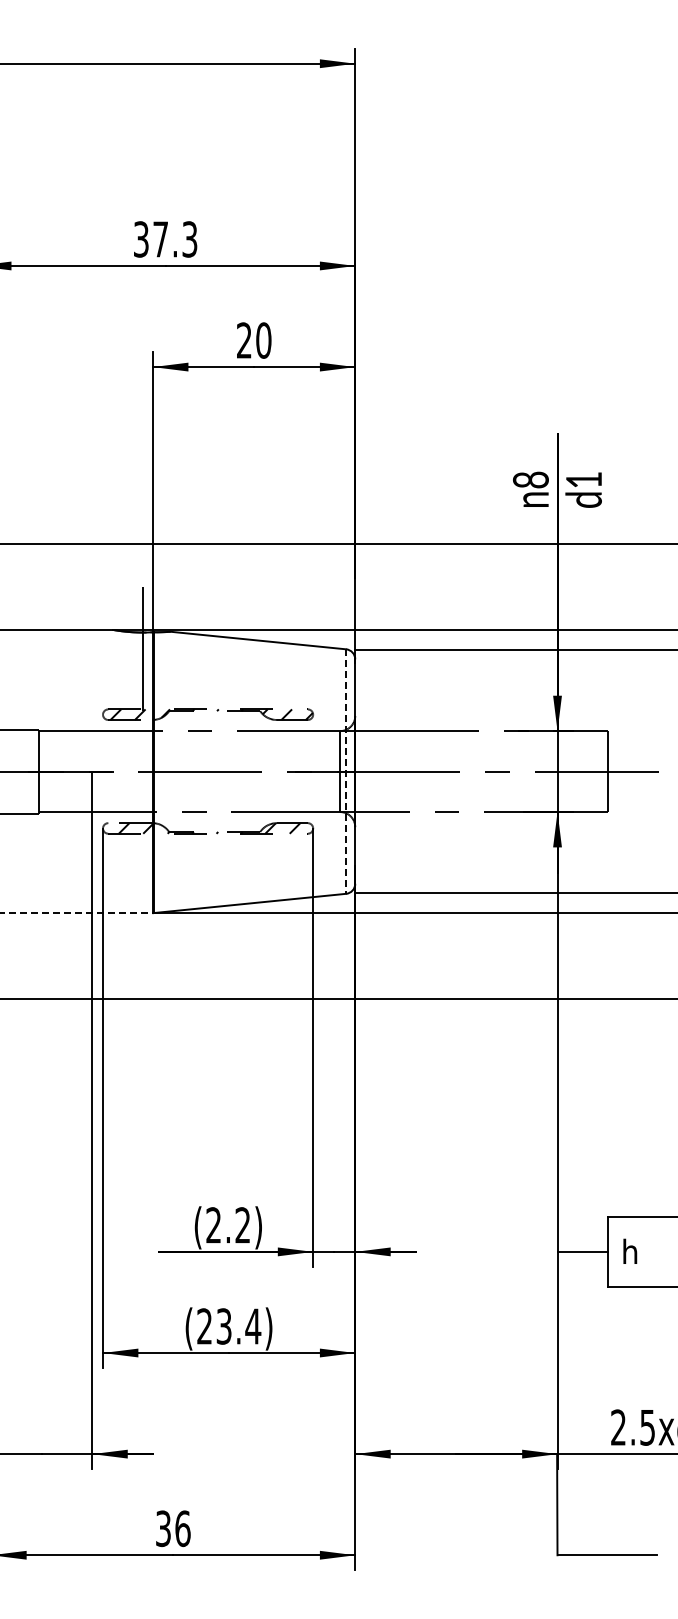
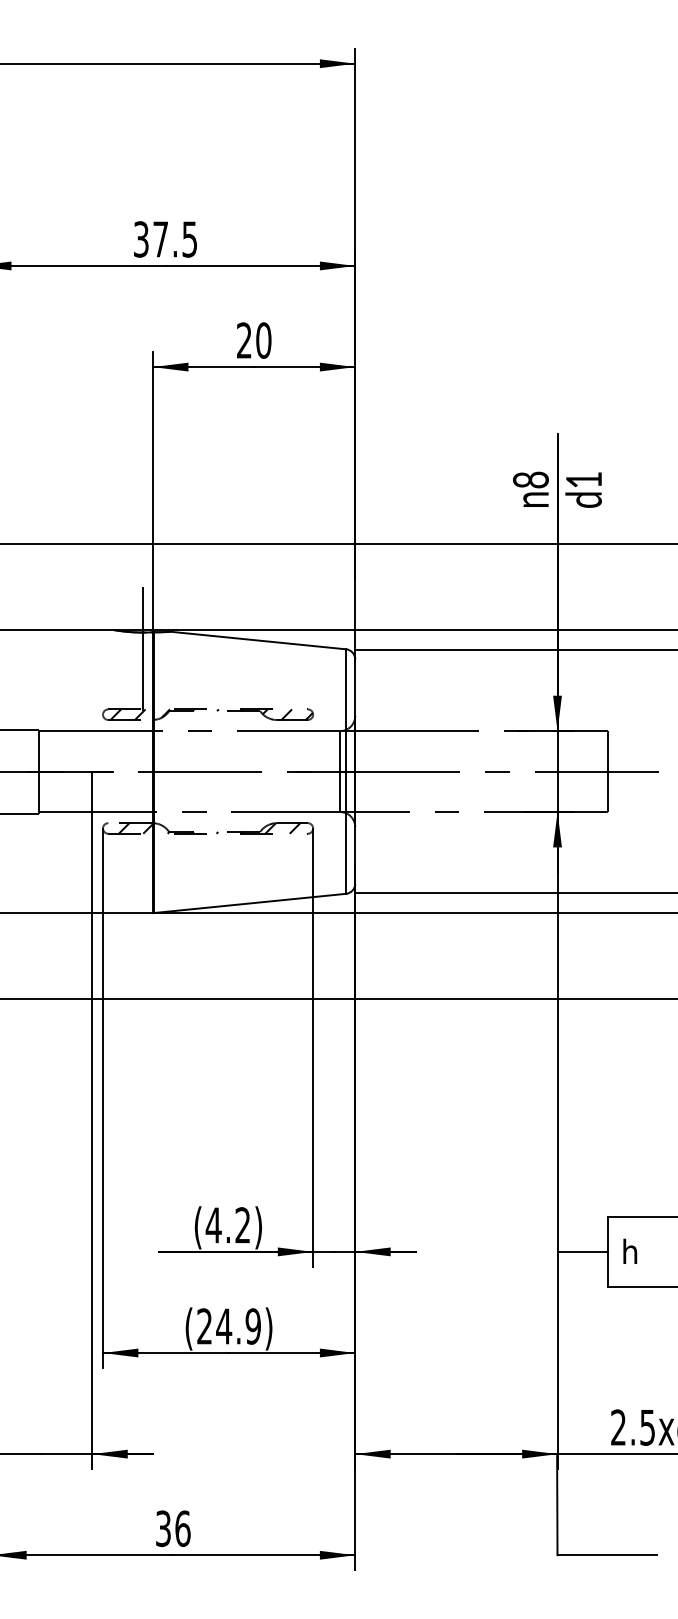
text at (190, 239): 37.3 -> 37.5
line at (346, 772): dashed -> solid
line at (76, 913): dashed -> solid
text at (213, 1225): (2.2) -> (4.2)
text at (238, 1326): (23.4) -> (24.9)
